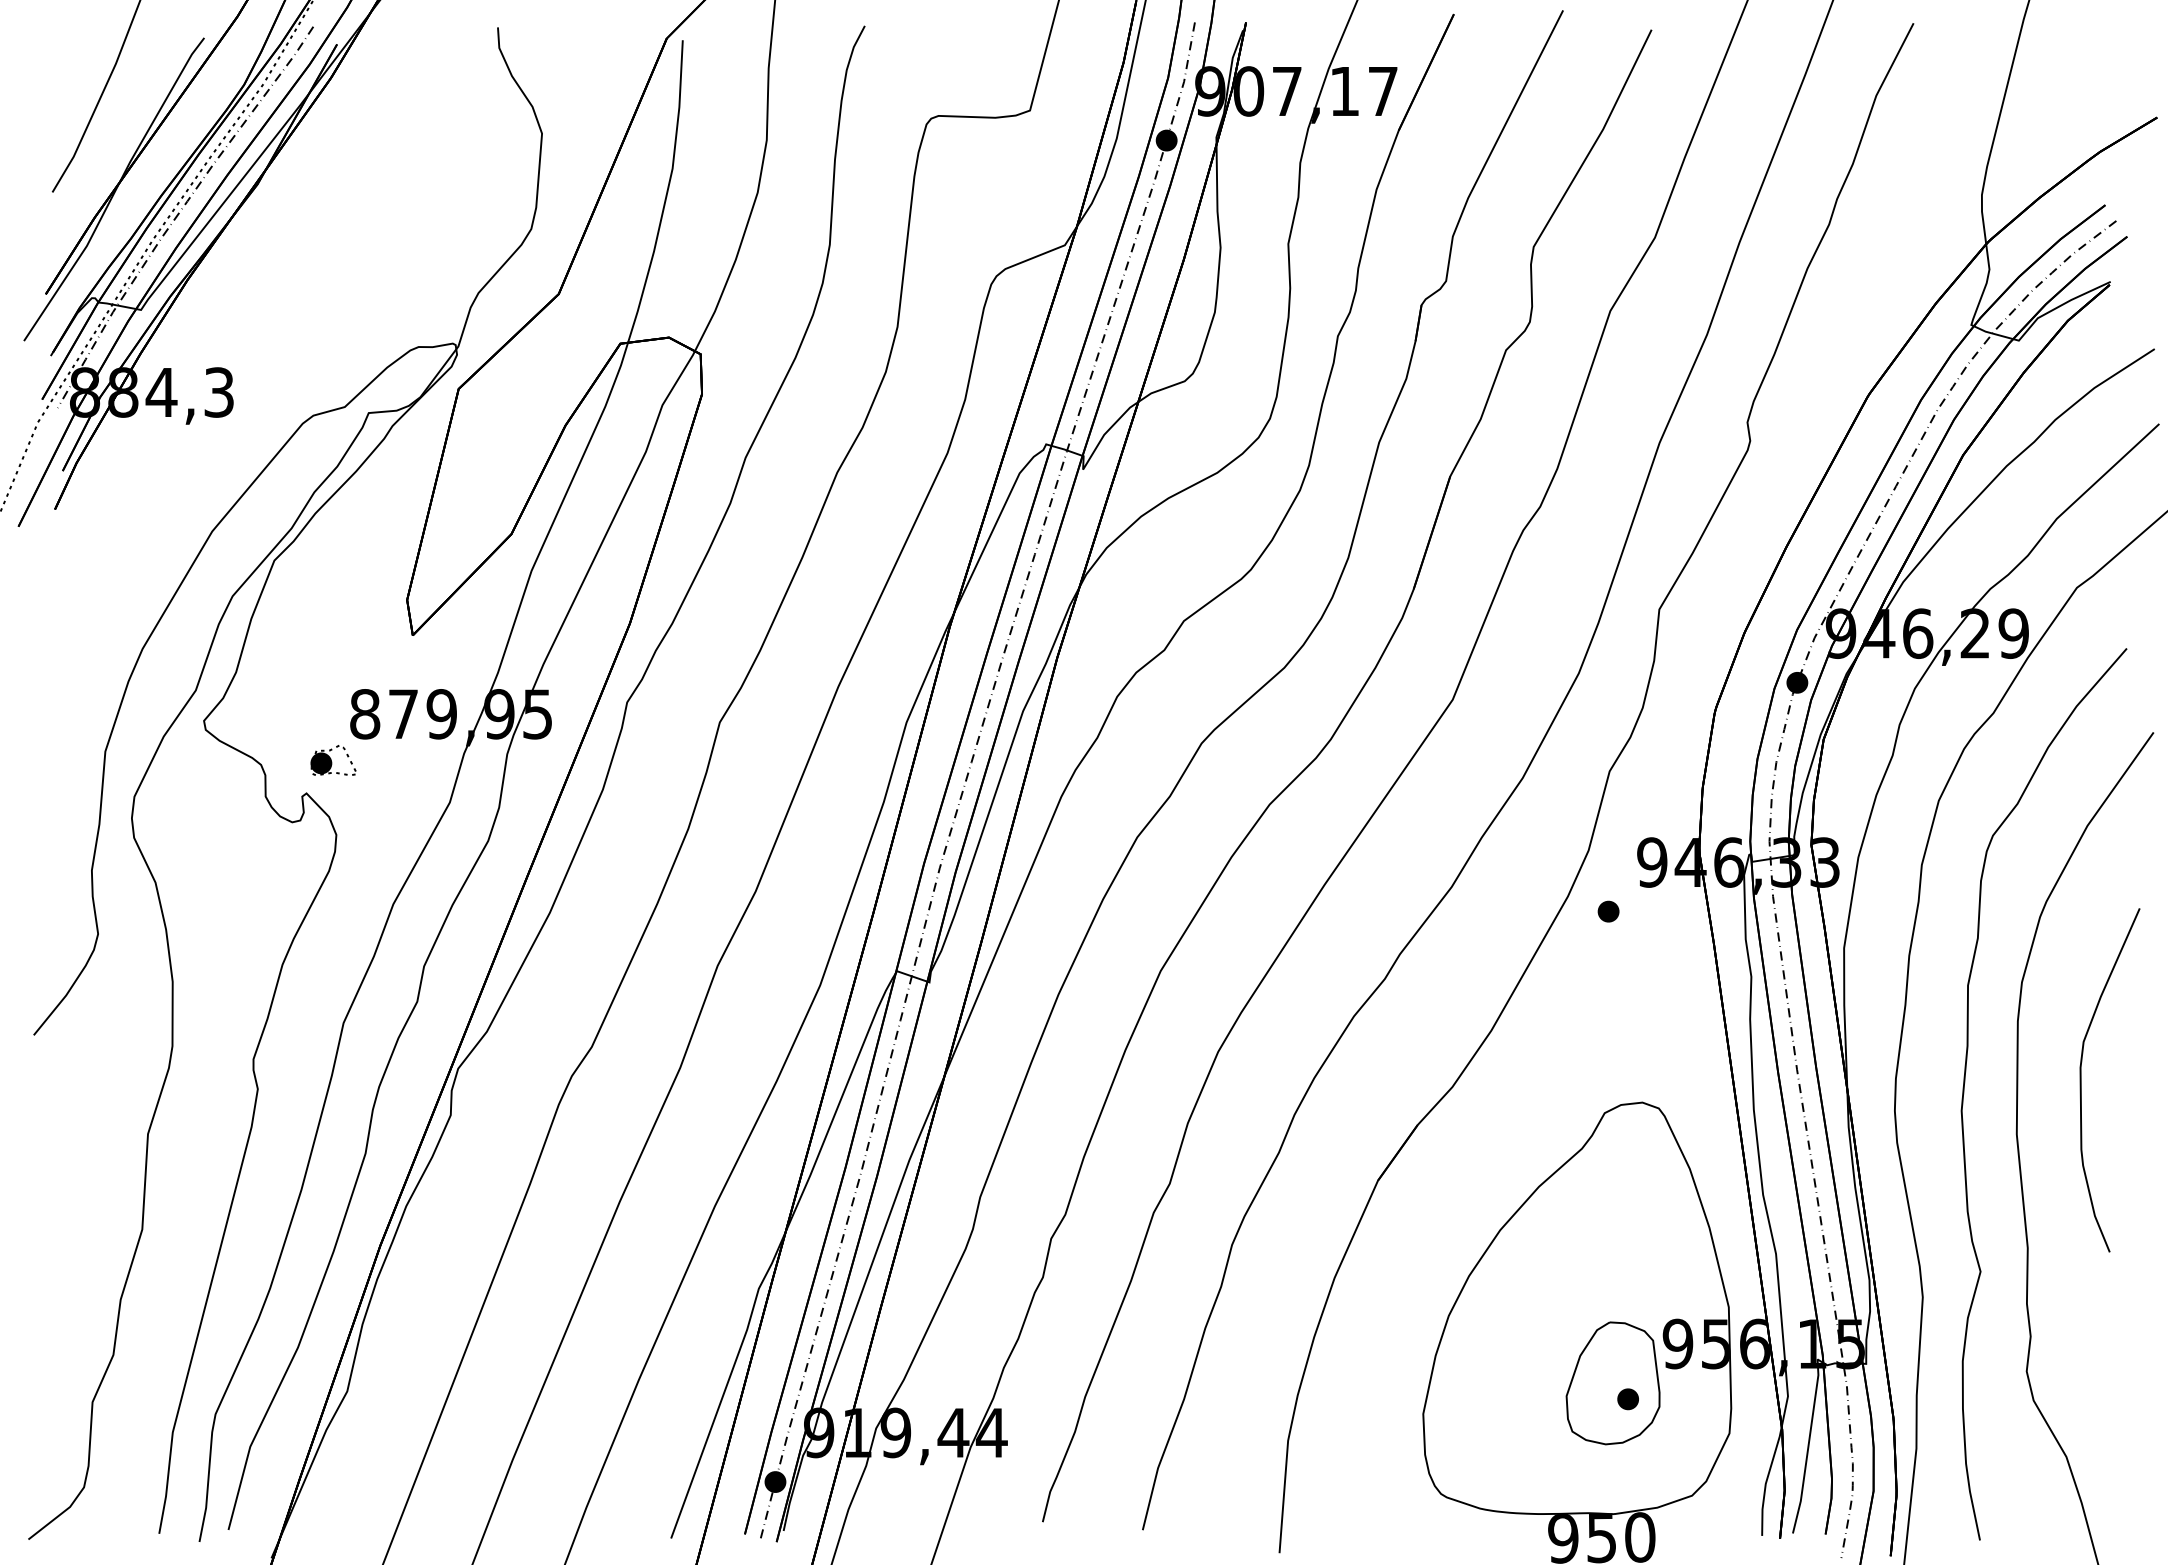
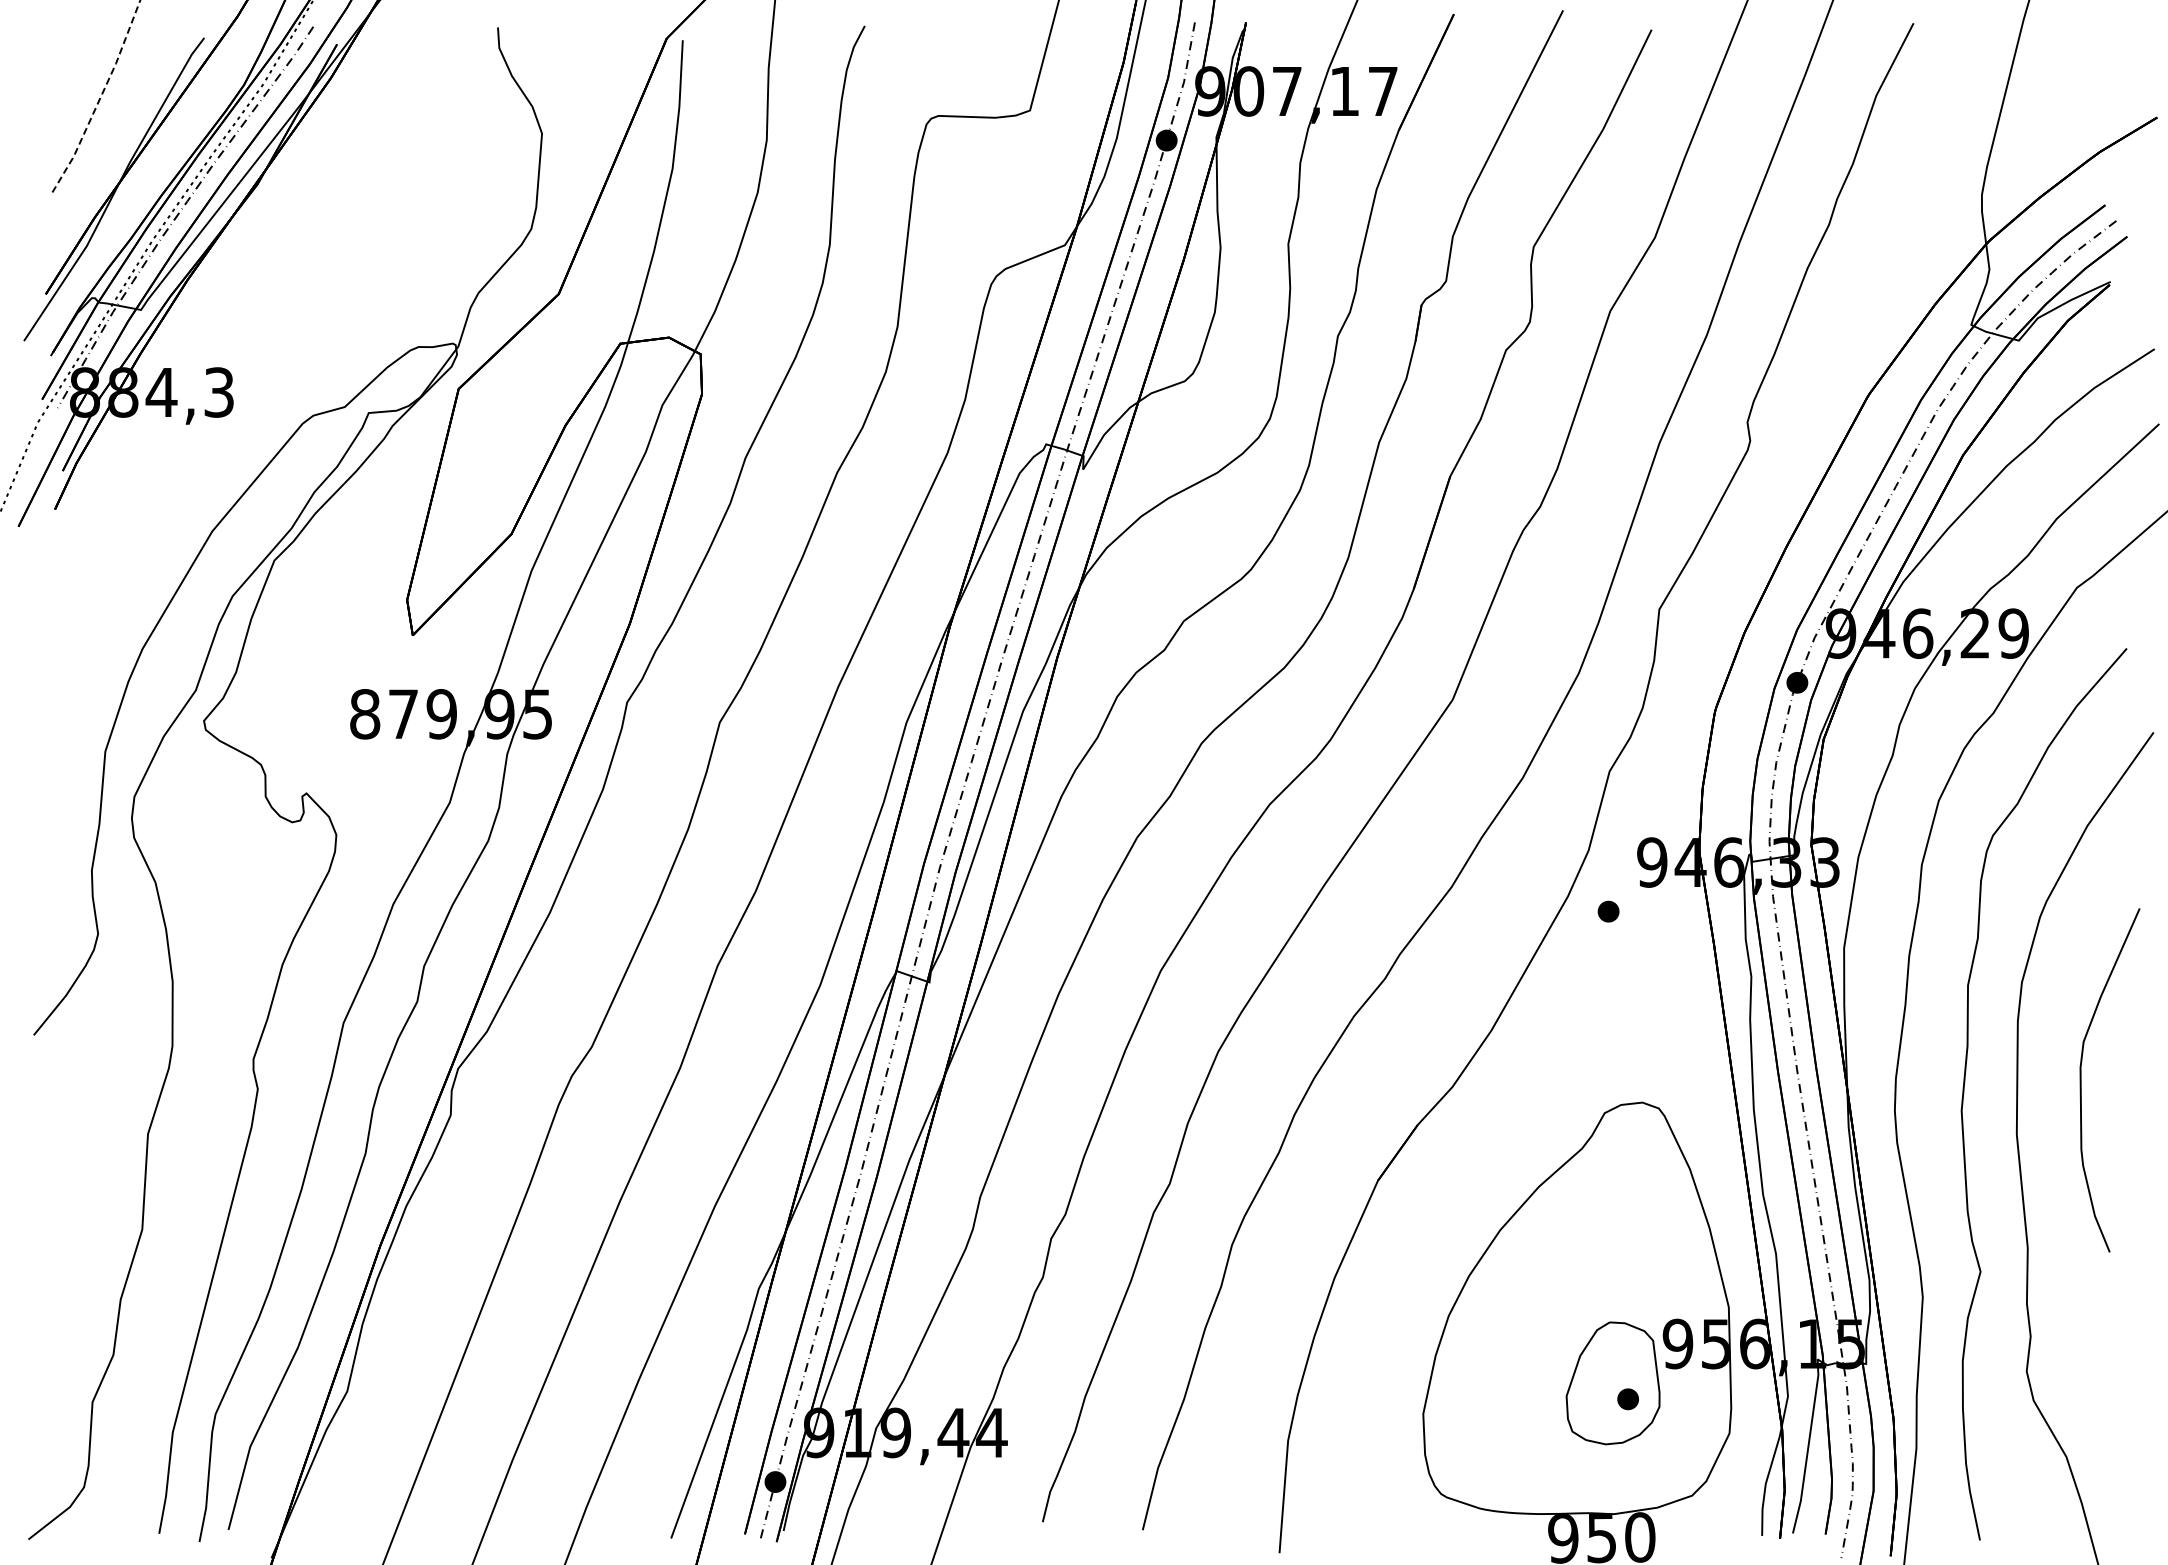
line at (100, 98): solid -> dashed
part at (333, 760): present -> none
